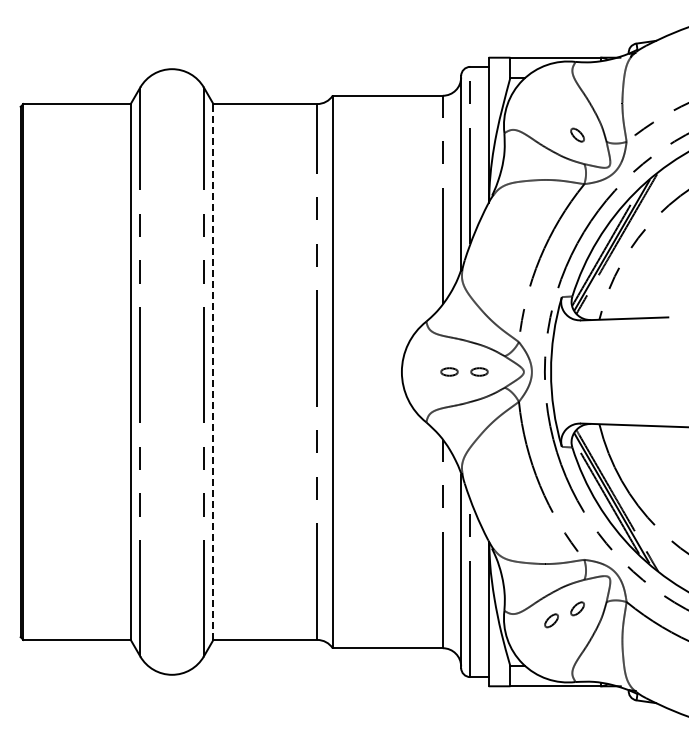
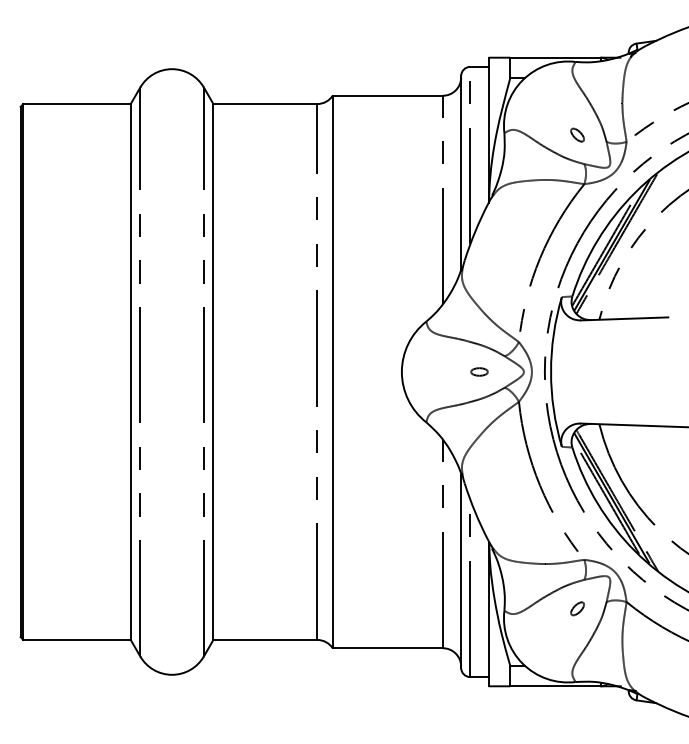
part at (449, 371): present -> none
line at (213, 372): dashed -> solid
part at (551, 620): present -> none
